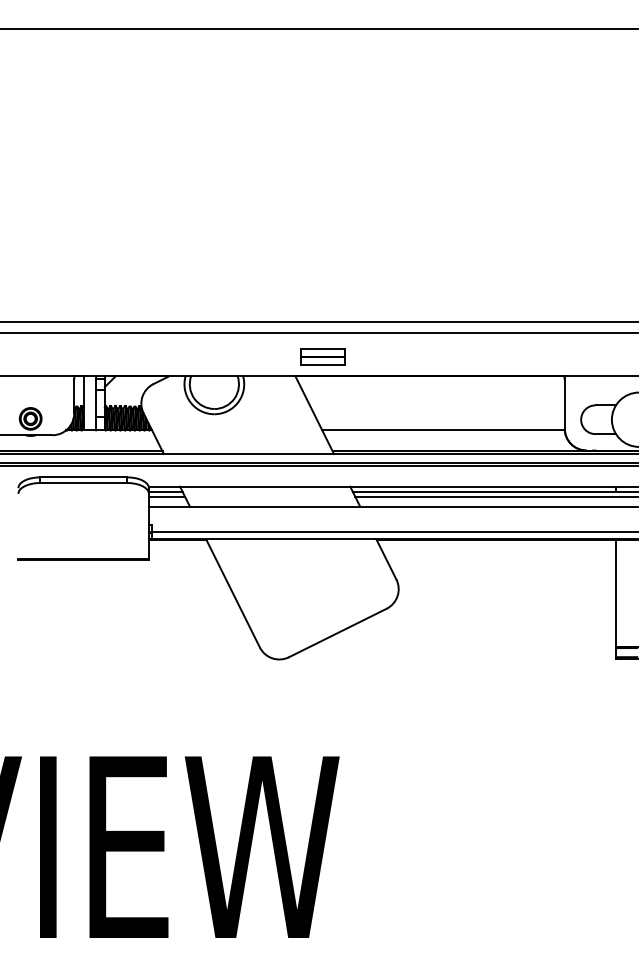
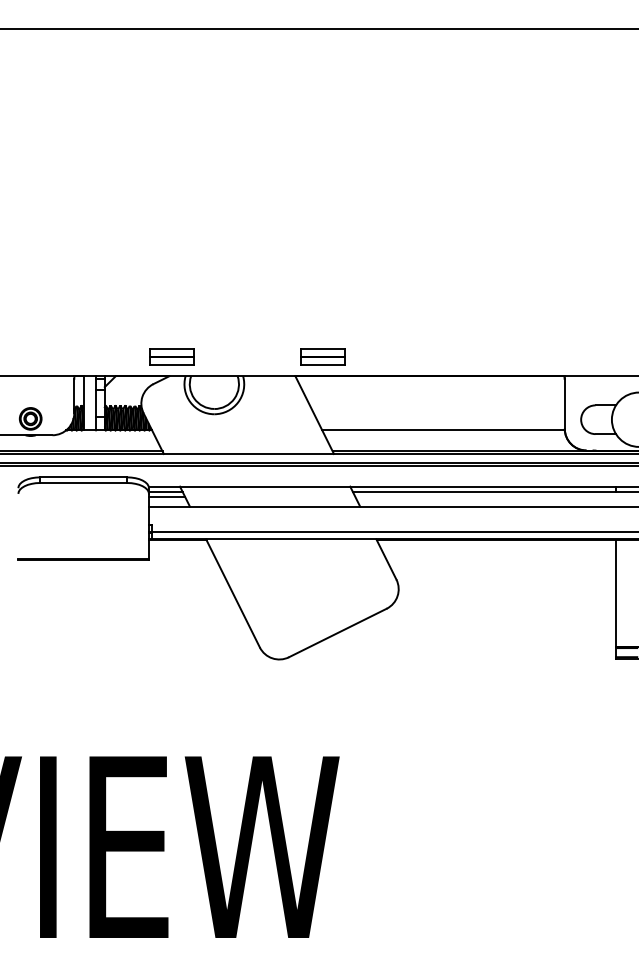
line at (318, 321): present -> none
line at (318, 333): present -> none
part at (171, 356): none -> present
line at (495, 496): present -> none
